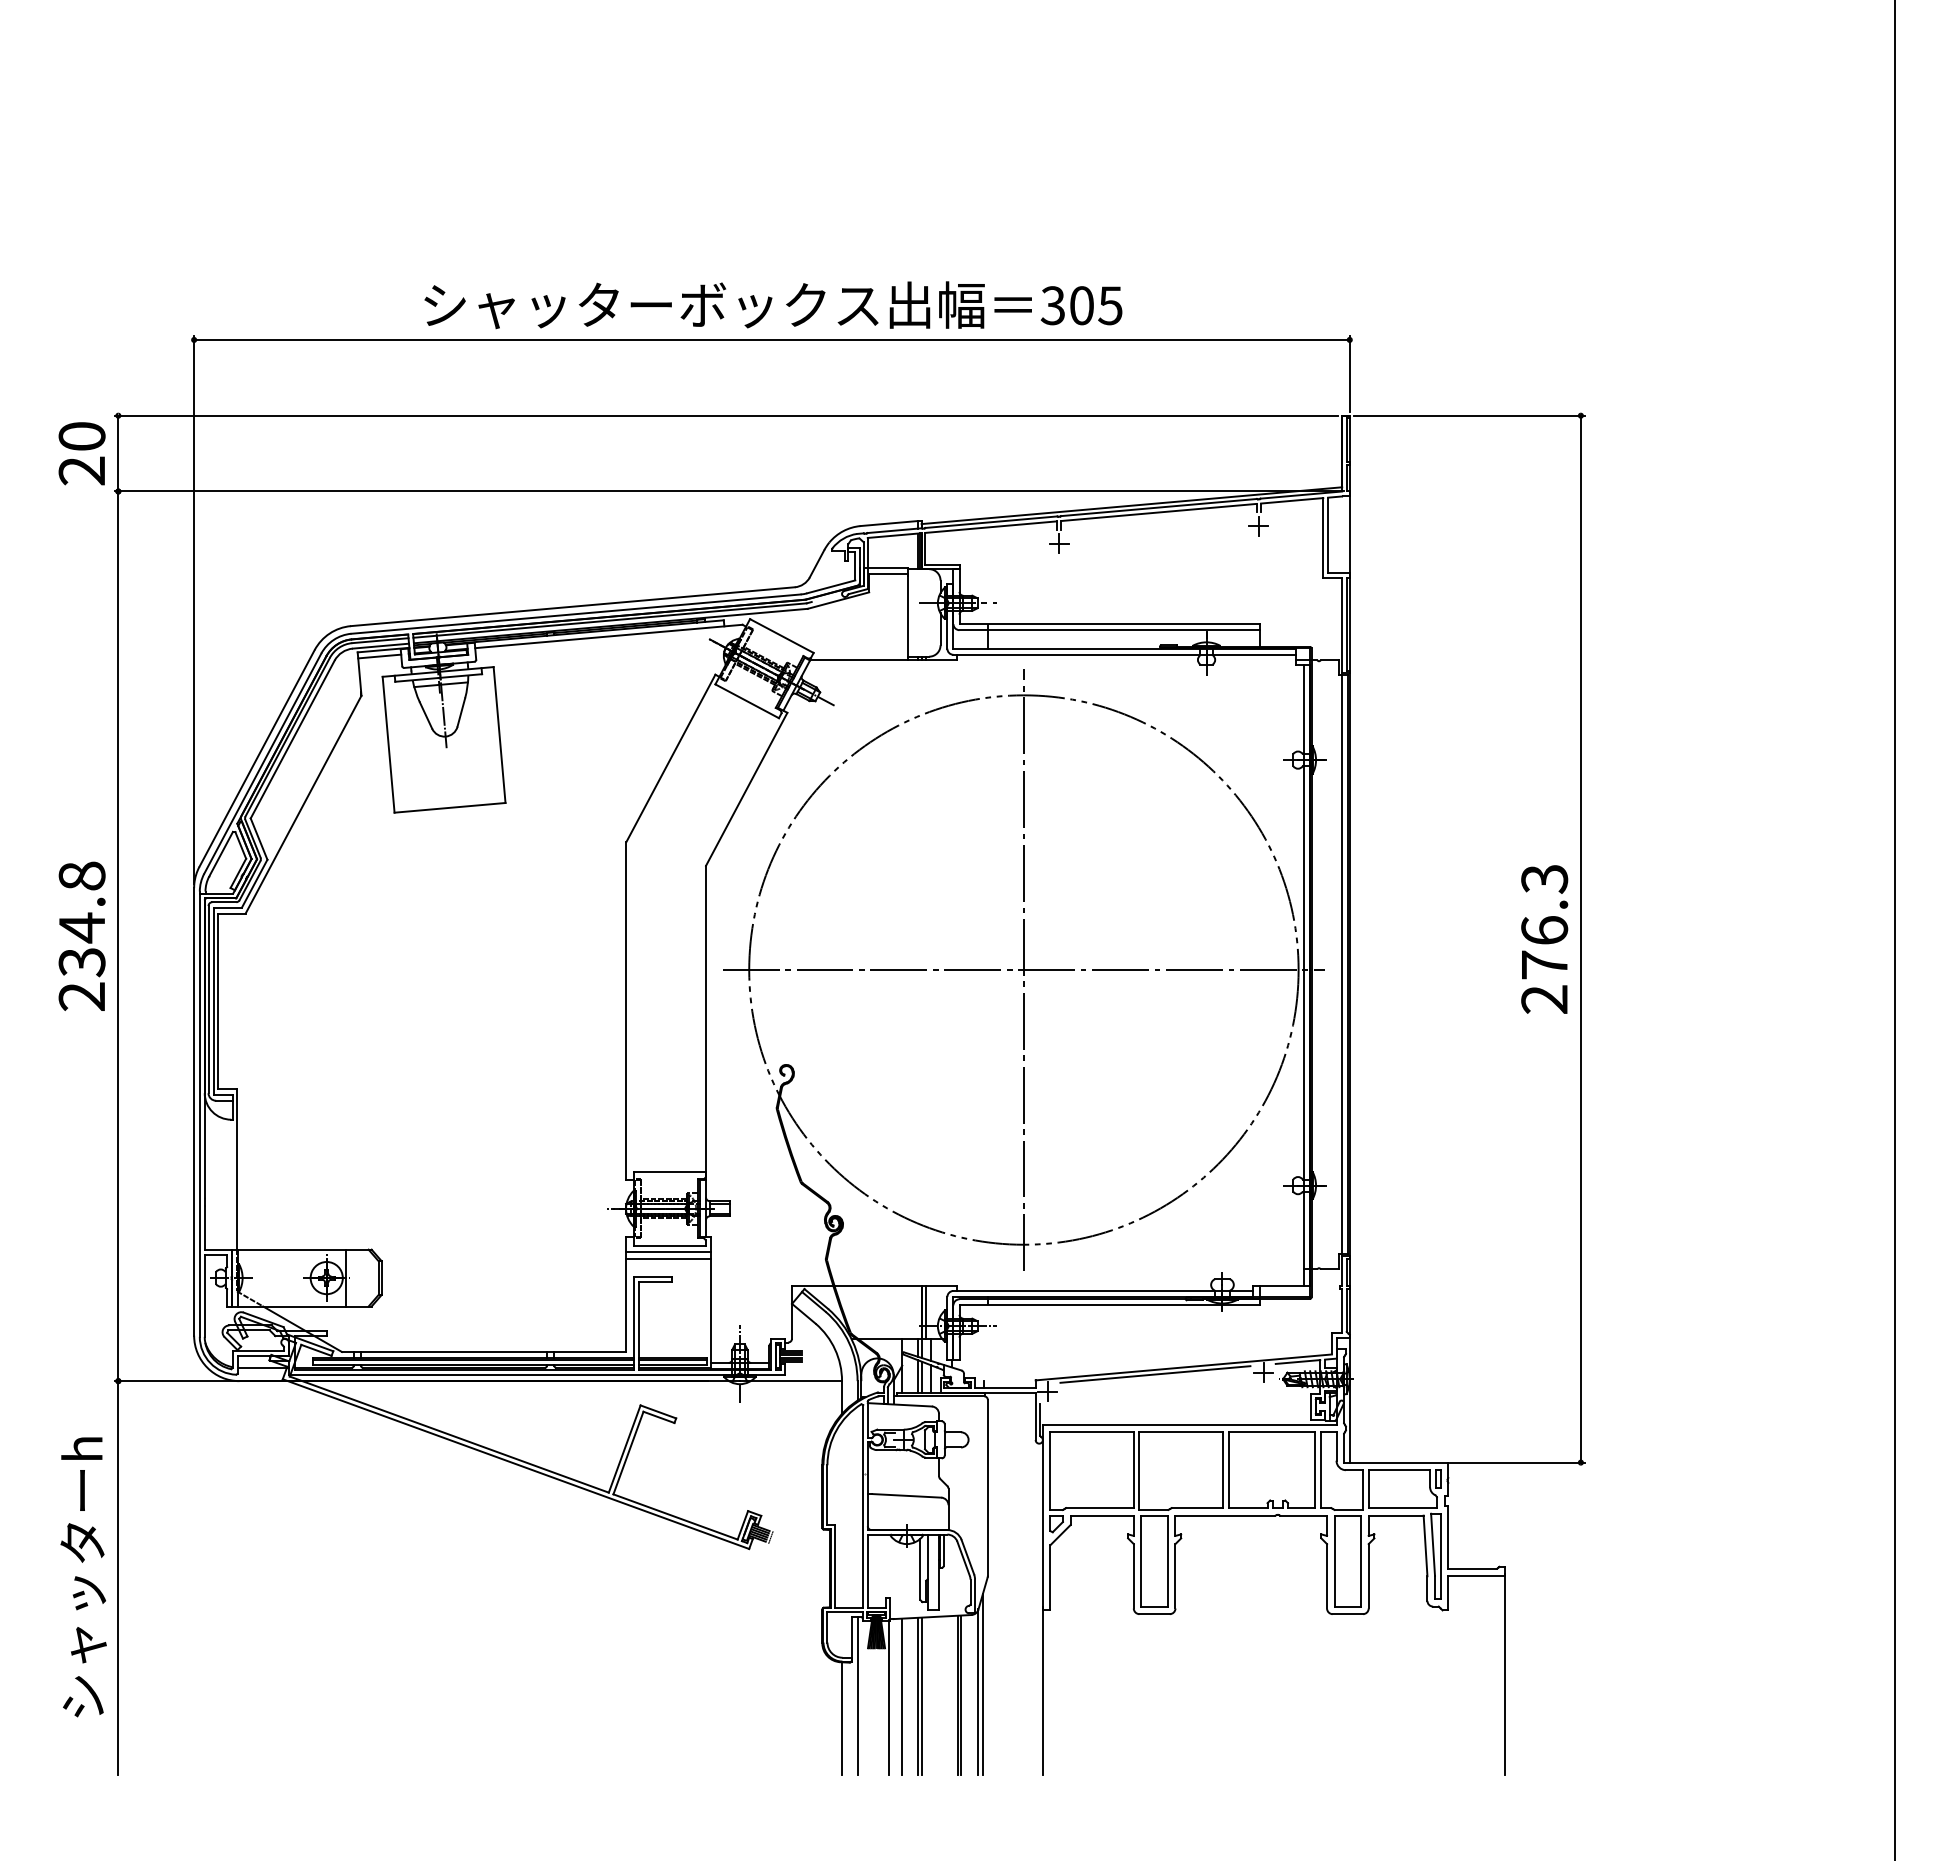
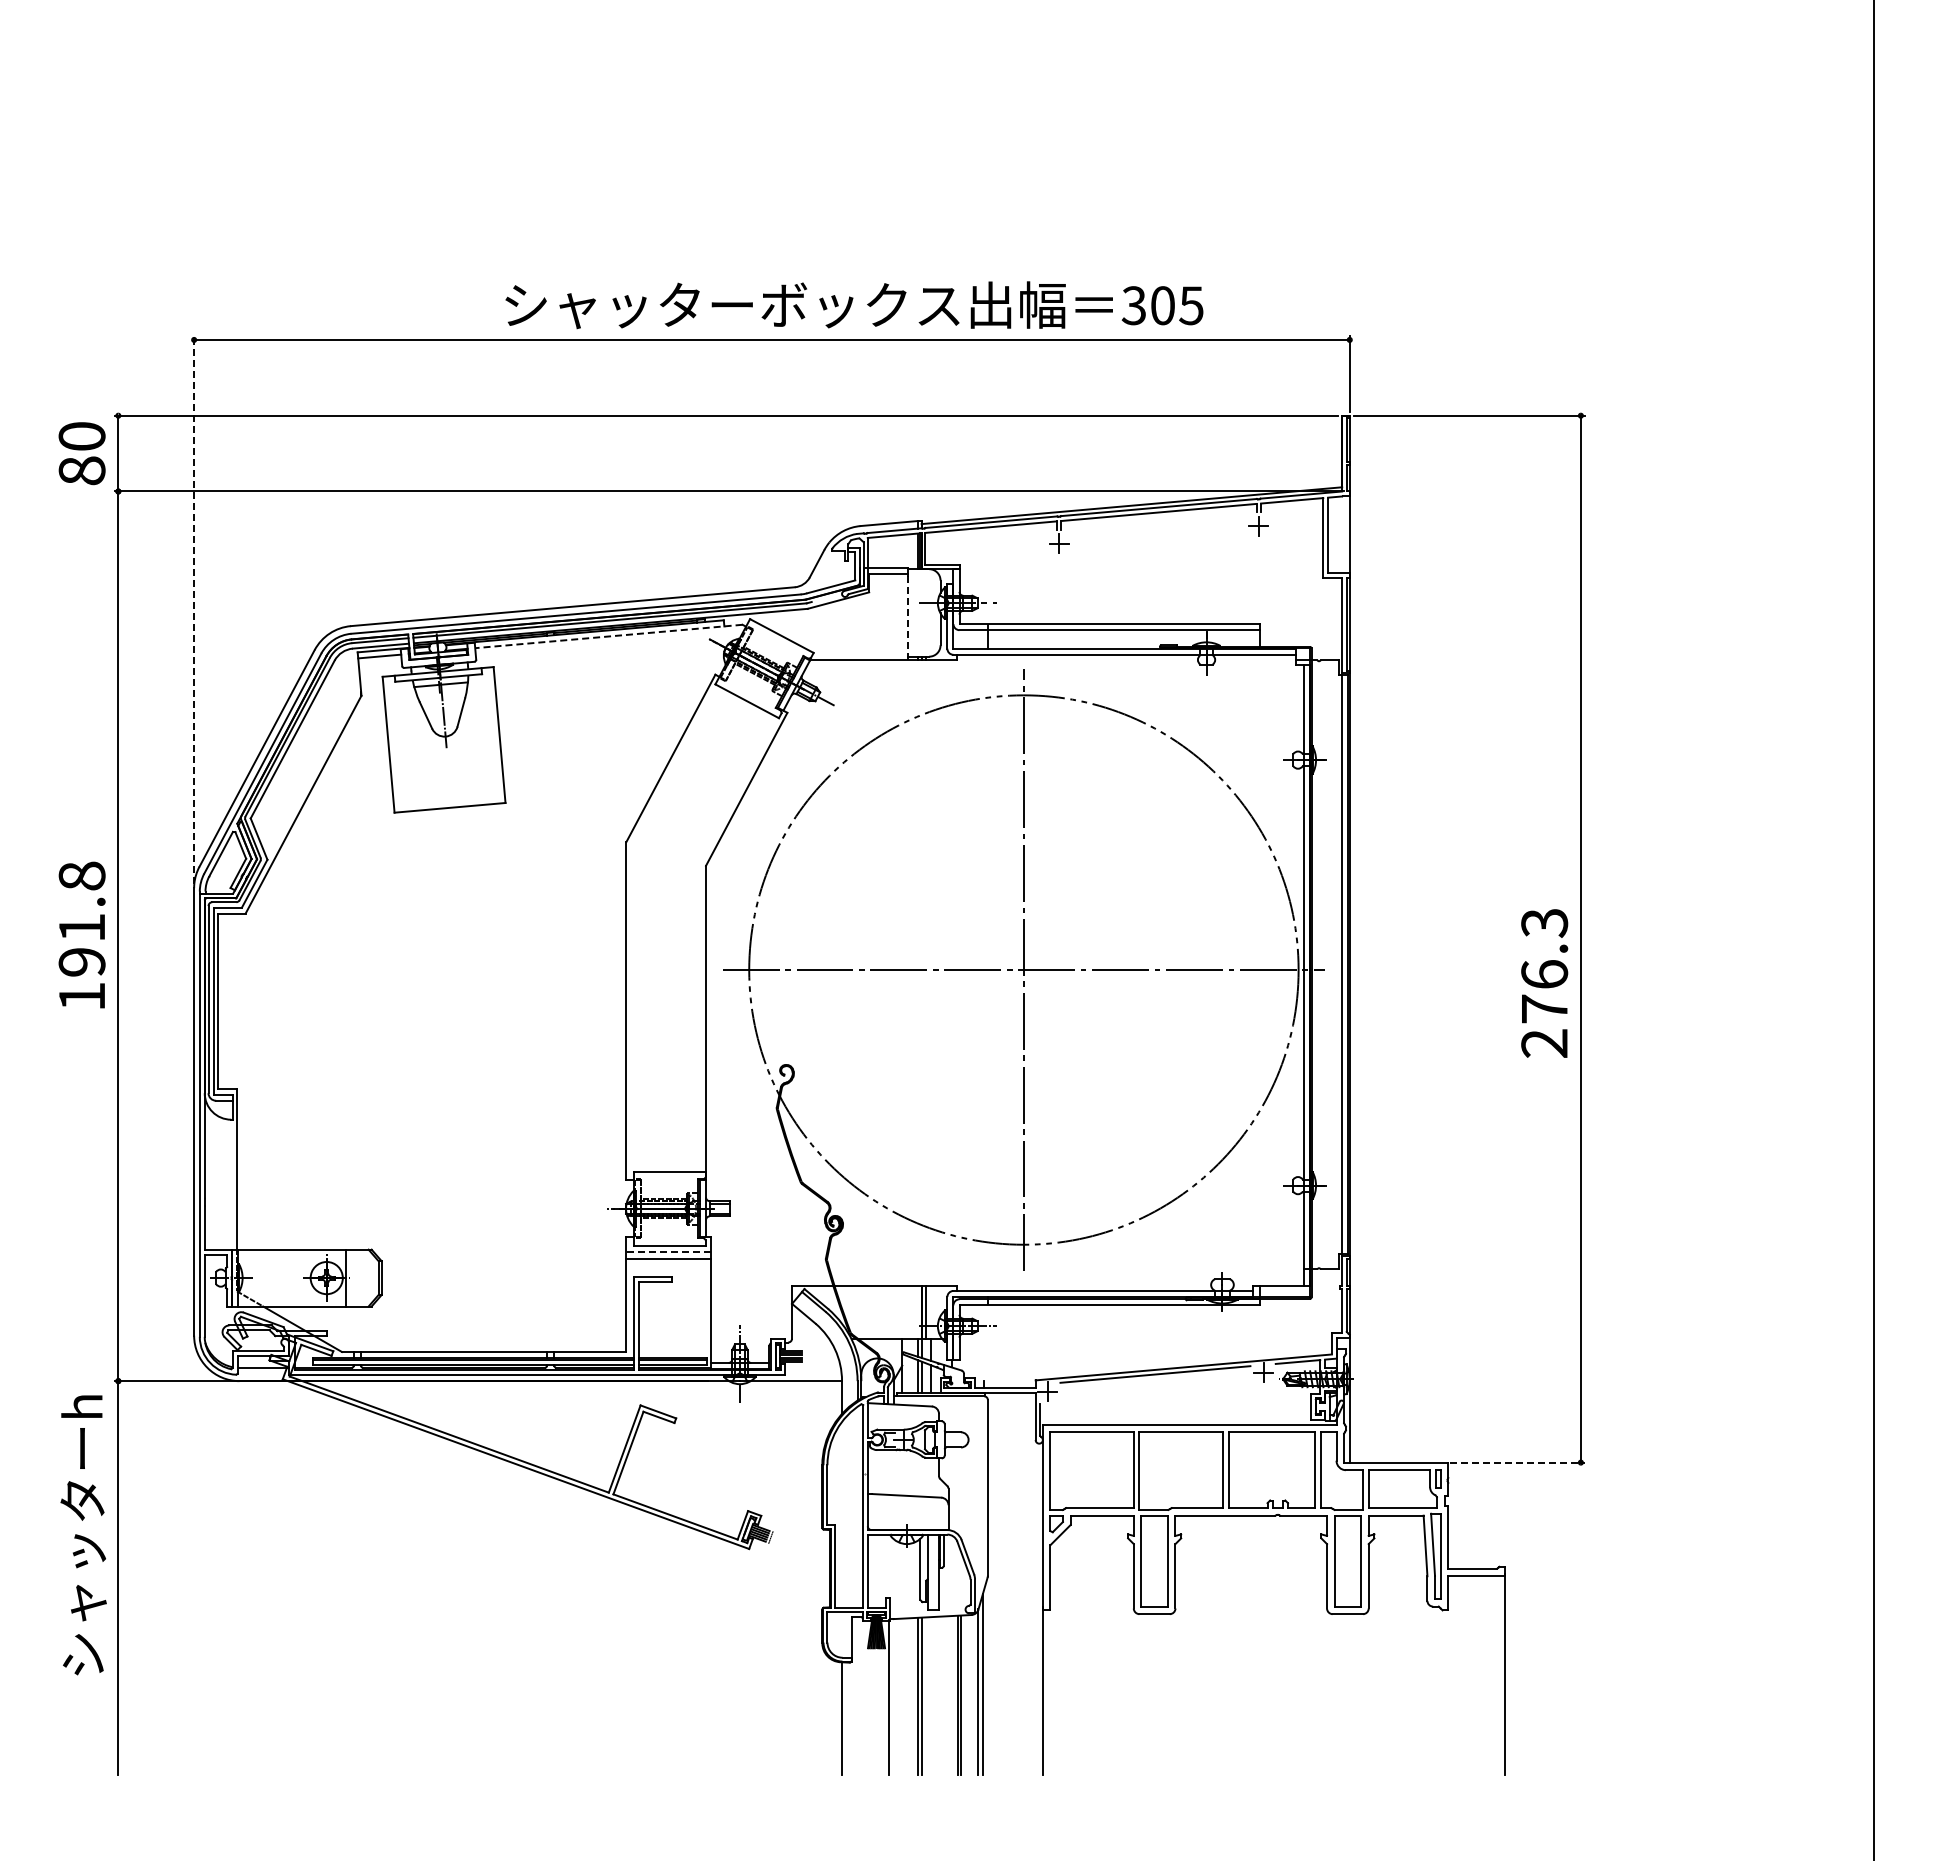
text at (773, 305) position: (773, 305) -> (854, 305)
text at (81, 470): 20 -> 80
line at (194, 609): solid -> dashed
line at (907, 617): solid -> dashed
line at (608, 636): solid -> dashed
line at (1895, 929) position: (1895, 929) -> (1874, 929)
text at (1544, 939) position: (1544, 939) -> (1544, 983)
text at (81, 961): 234.8 -> 191.8
line at (668, 1251): solid -> dashed
line at (1517, 1462): solid -> dashed
text at (83, 1577) position: (83, 1577) -> (83, 1535)
line at (857, 1696): present -> none
line at (902, 1696): present -> none
